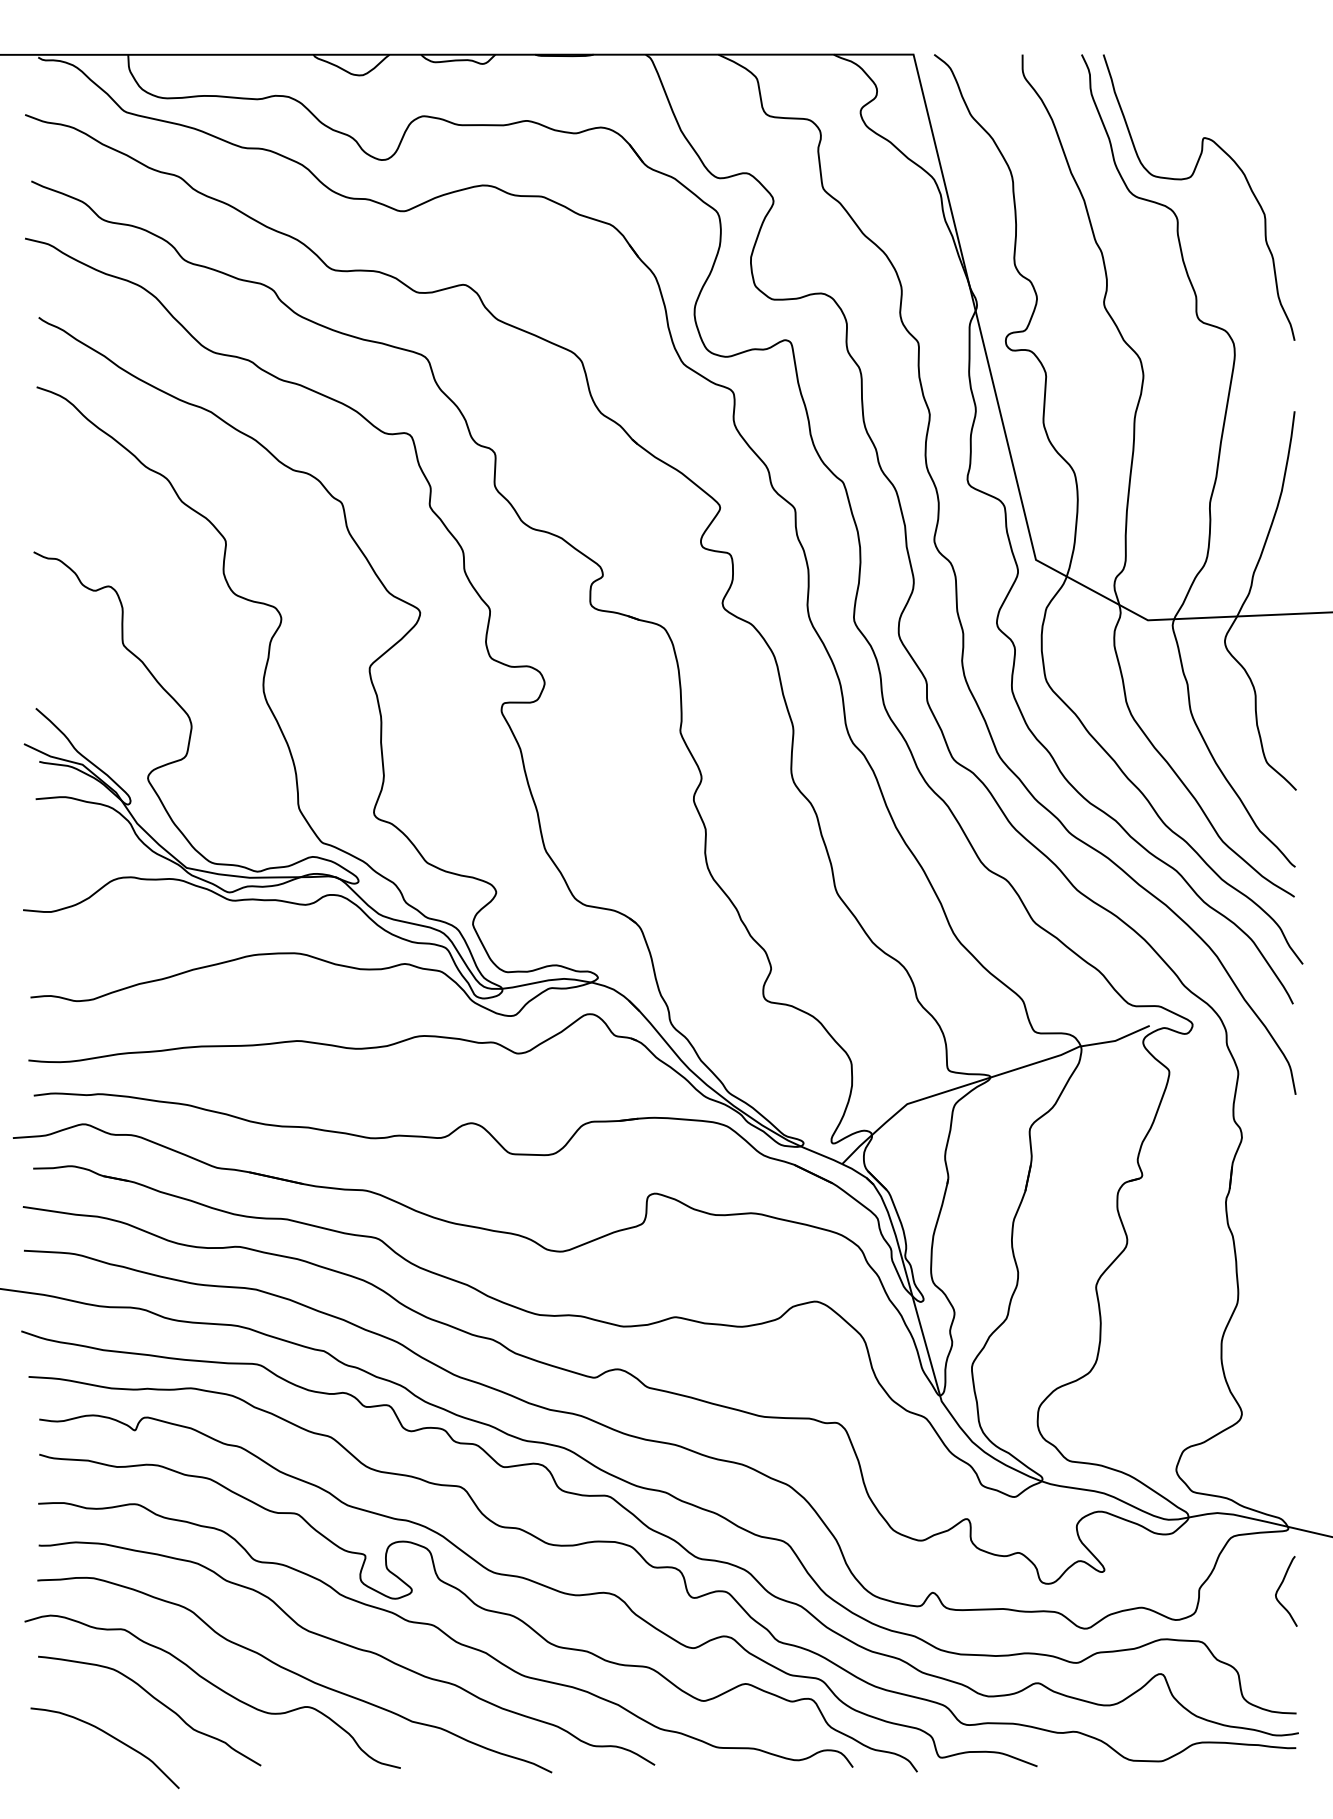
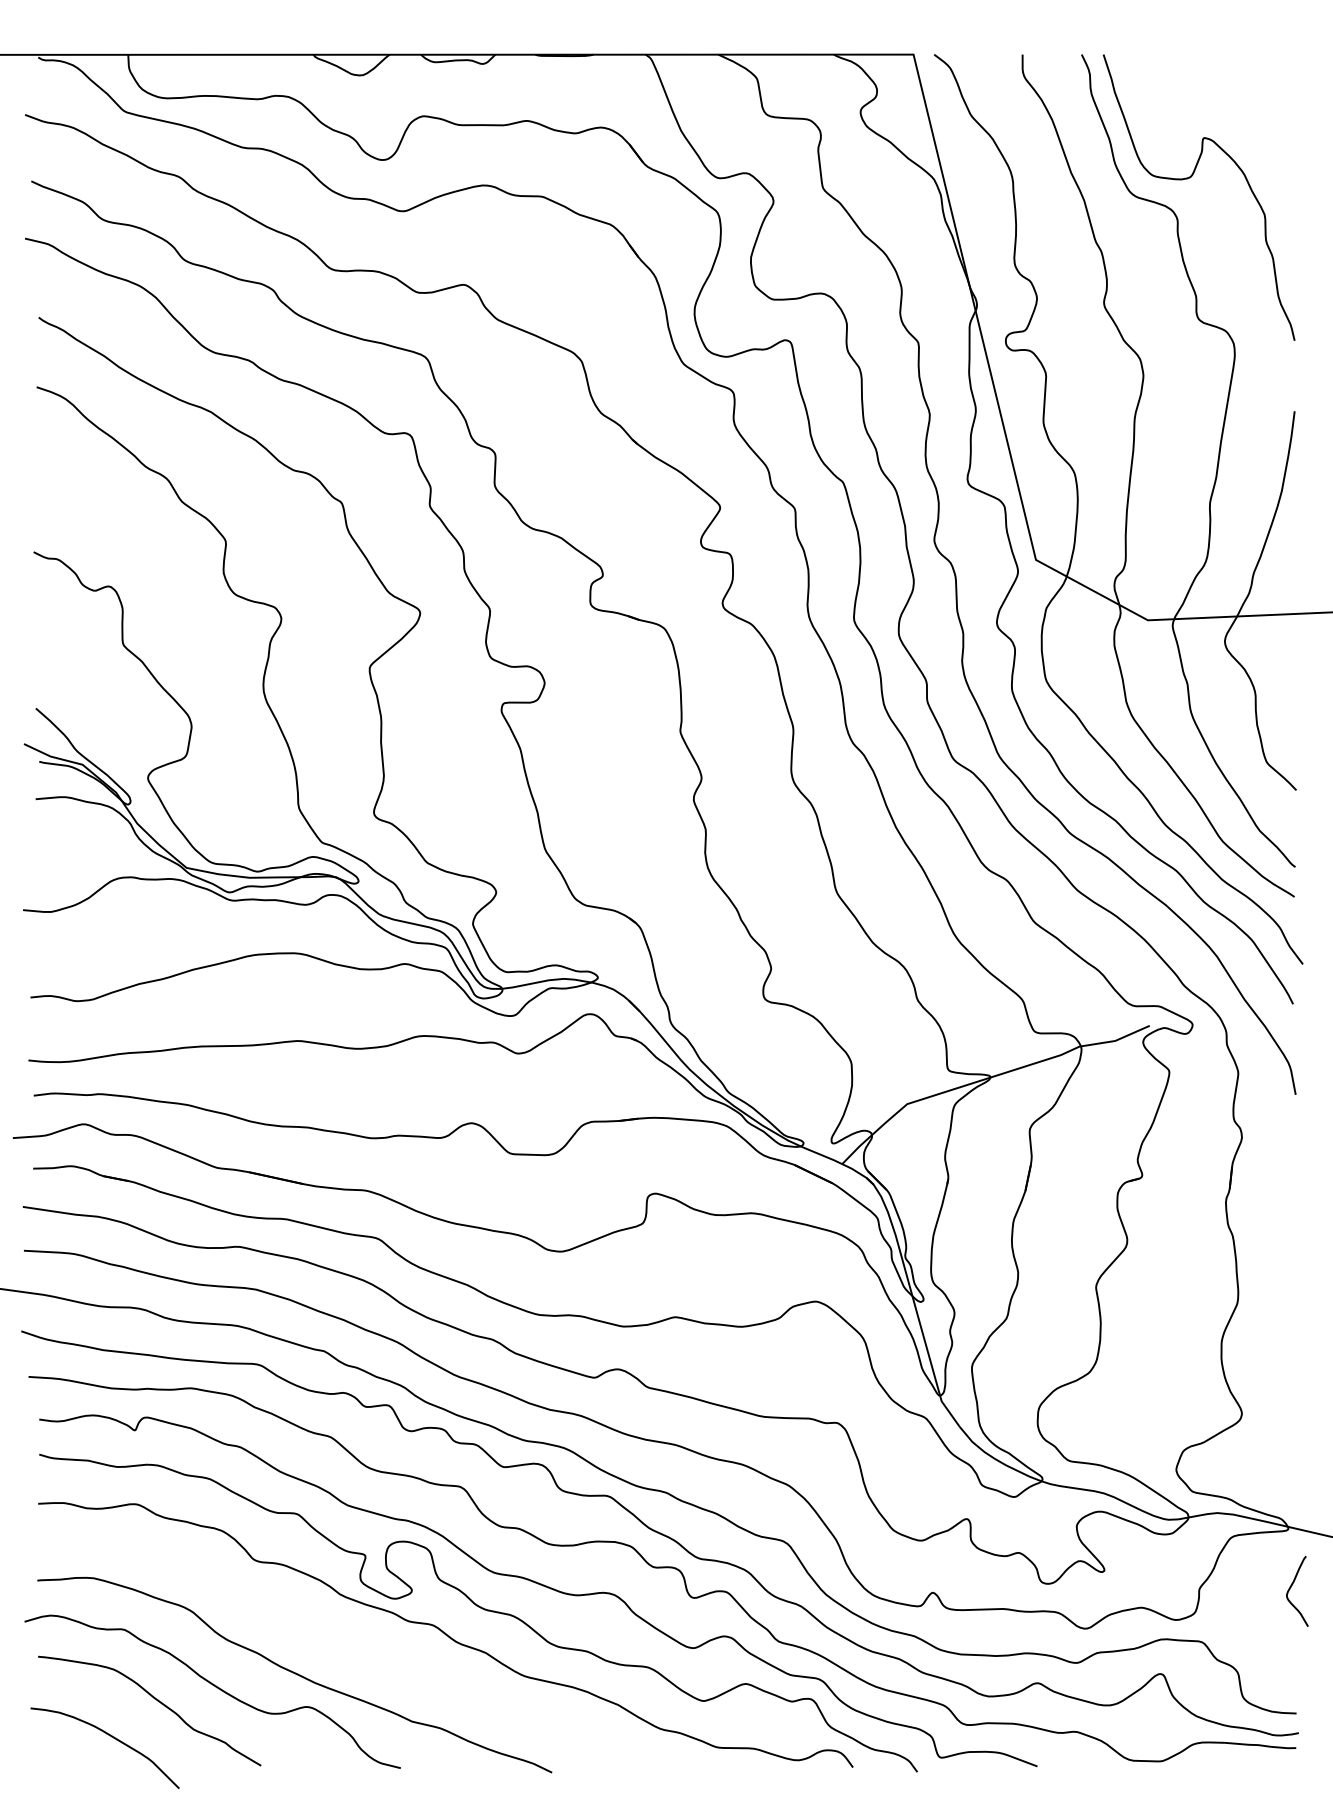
curve at (1280, 1587) position: (1280, 1587) -> (1291, 1587)
curve at (350, 1647): present -> none
